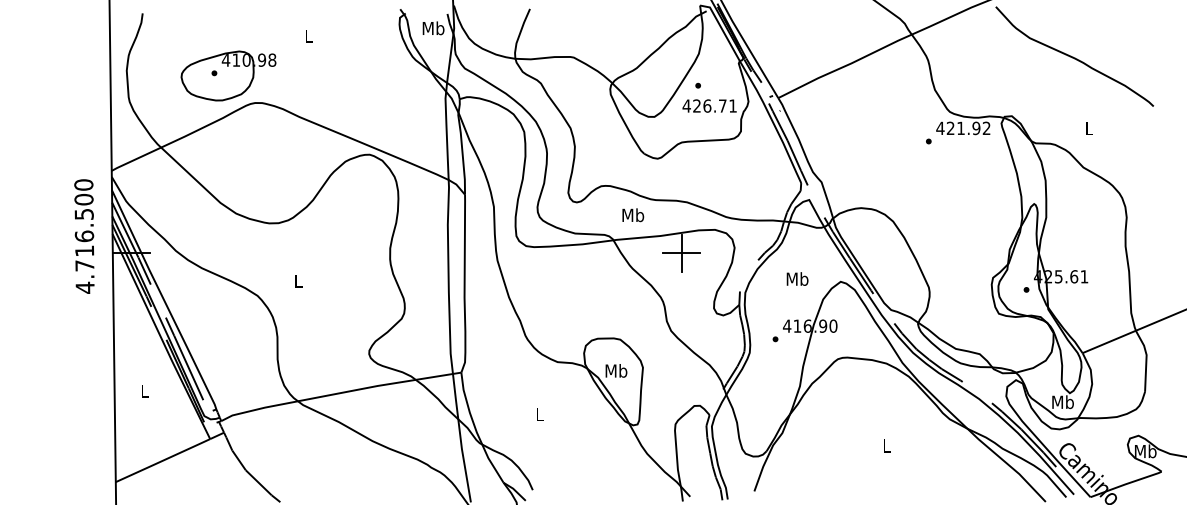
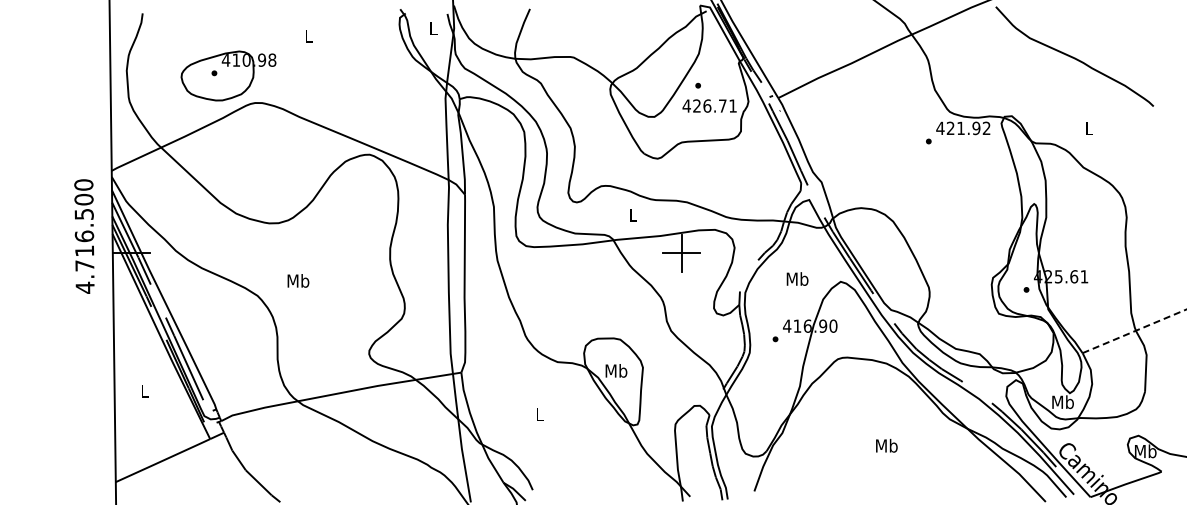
text at (433, 28): Mb -> L
text at (633, 215): Mb -> L
text at (298, 280): L -> Mb
line at (1135, 331): solid -> dashed
text at (886, 445): L -> Mb
